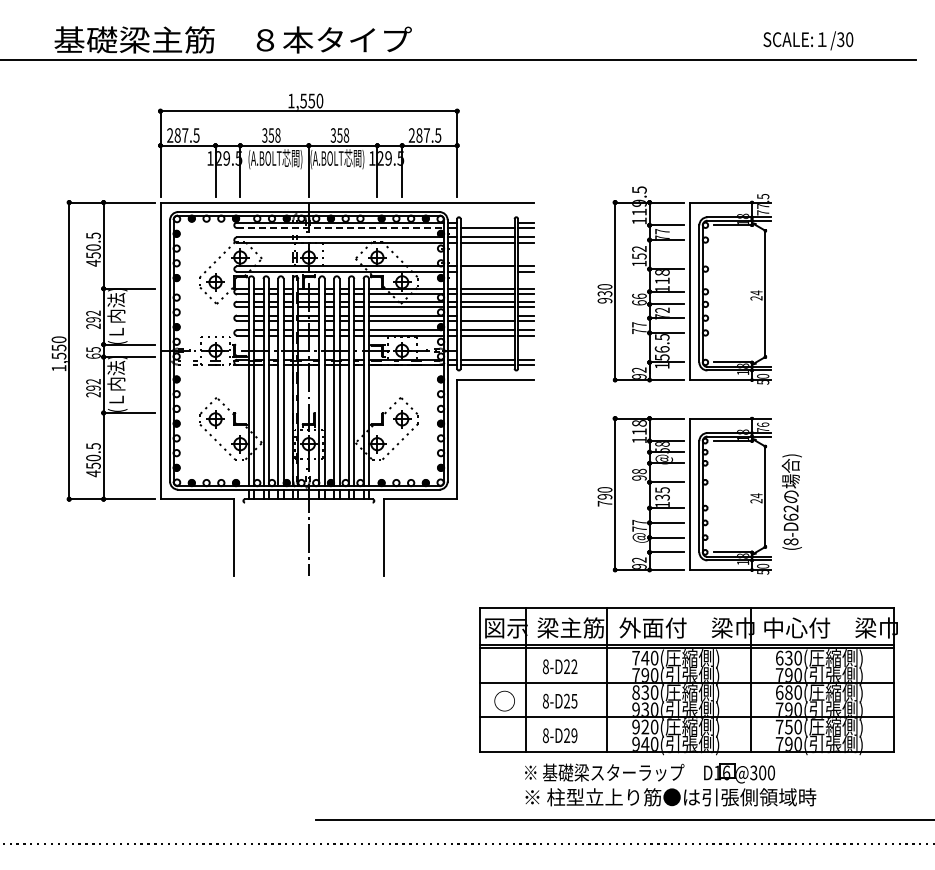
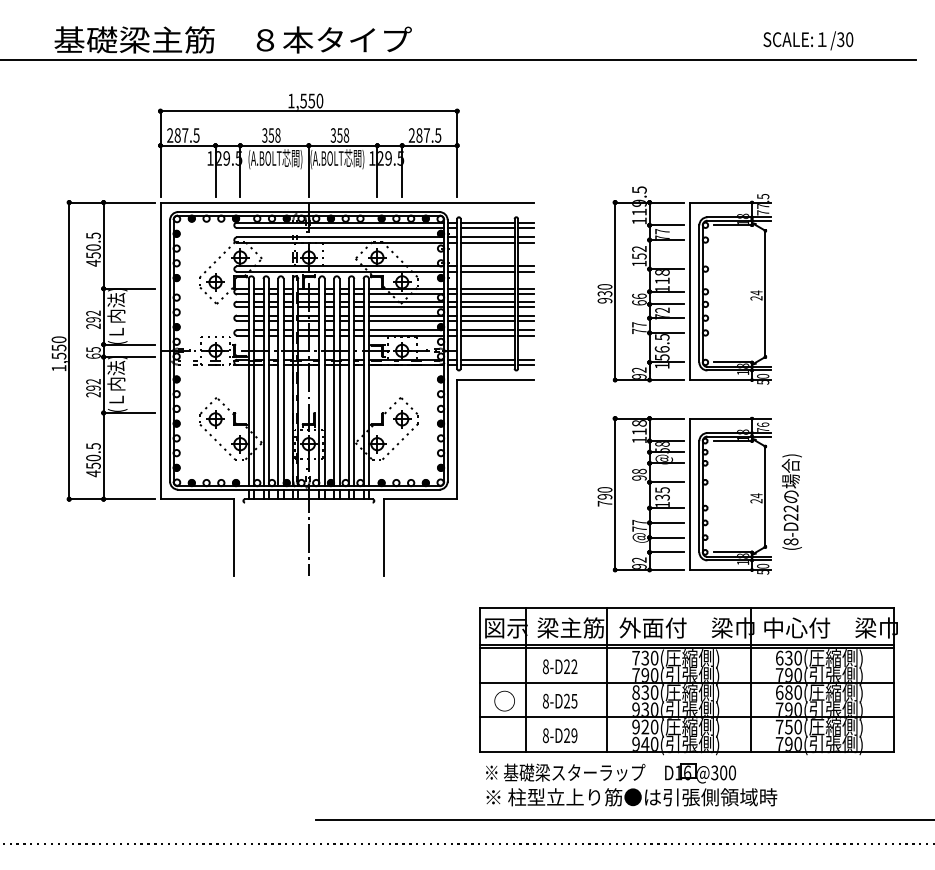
line at (487, 222): none -> present
line at (340, 228): dashed -> solid
line at (487, 271): none -> present
line at (487, 315): none -> present
text at (790, 516): (8-D62 -> (8-D22
text at (645, 657): 740( -> 730(
part at (670, 784) position: (670, 784) -> (631, 784)
